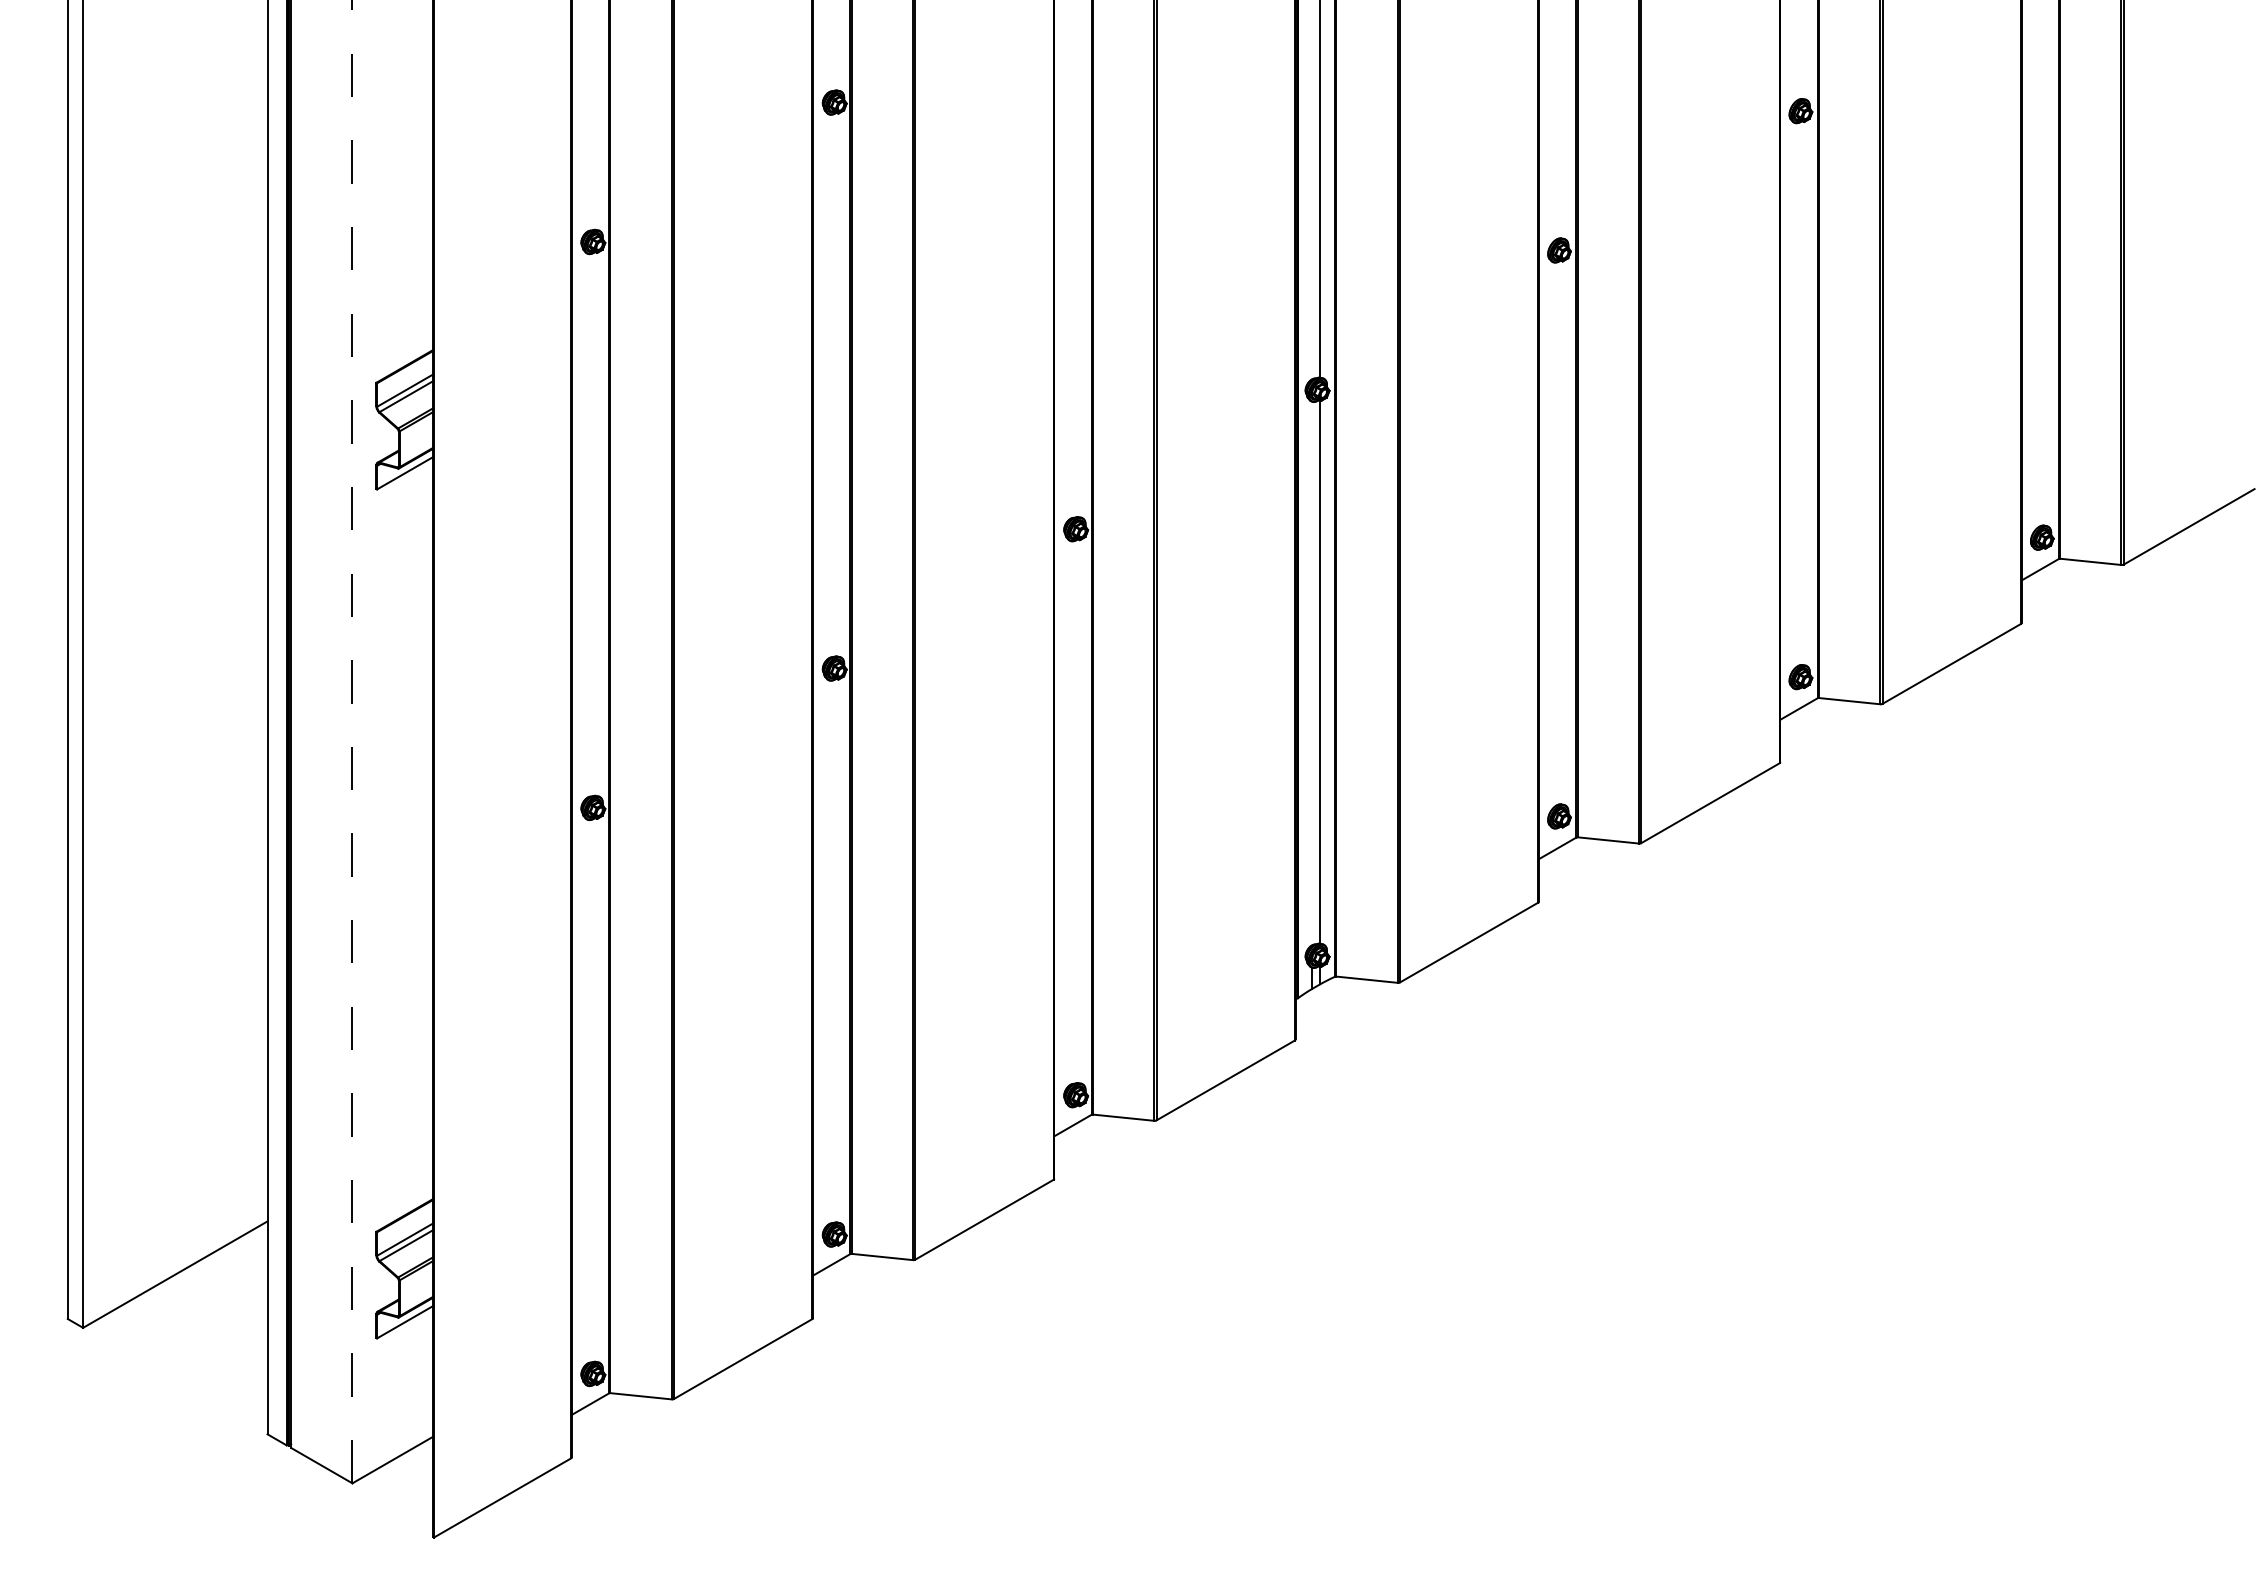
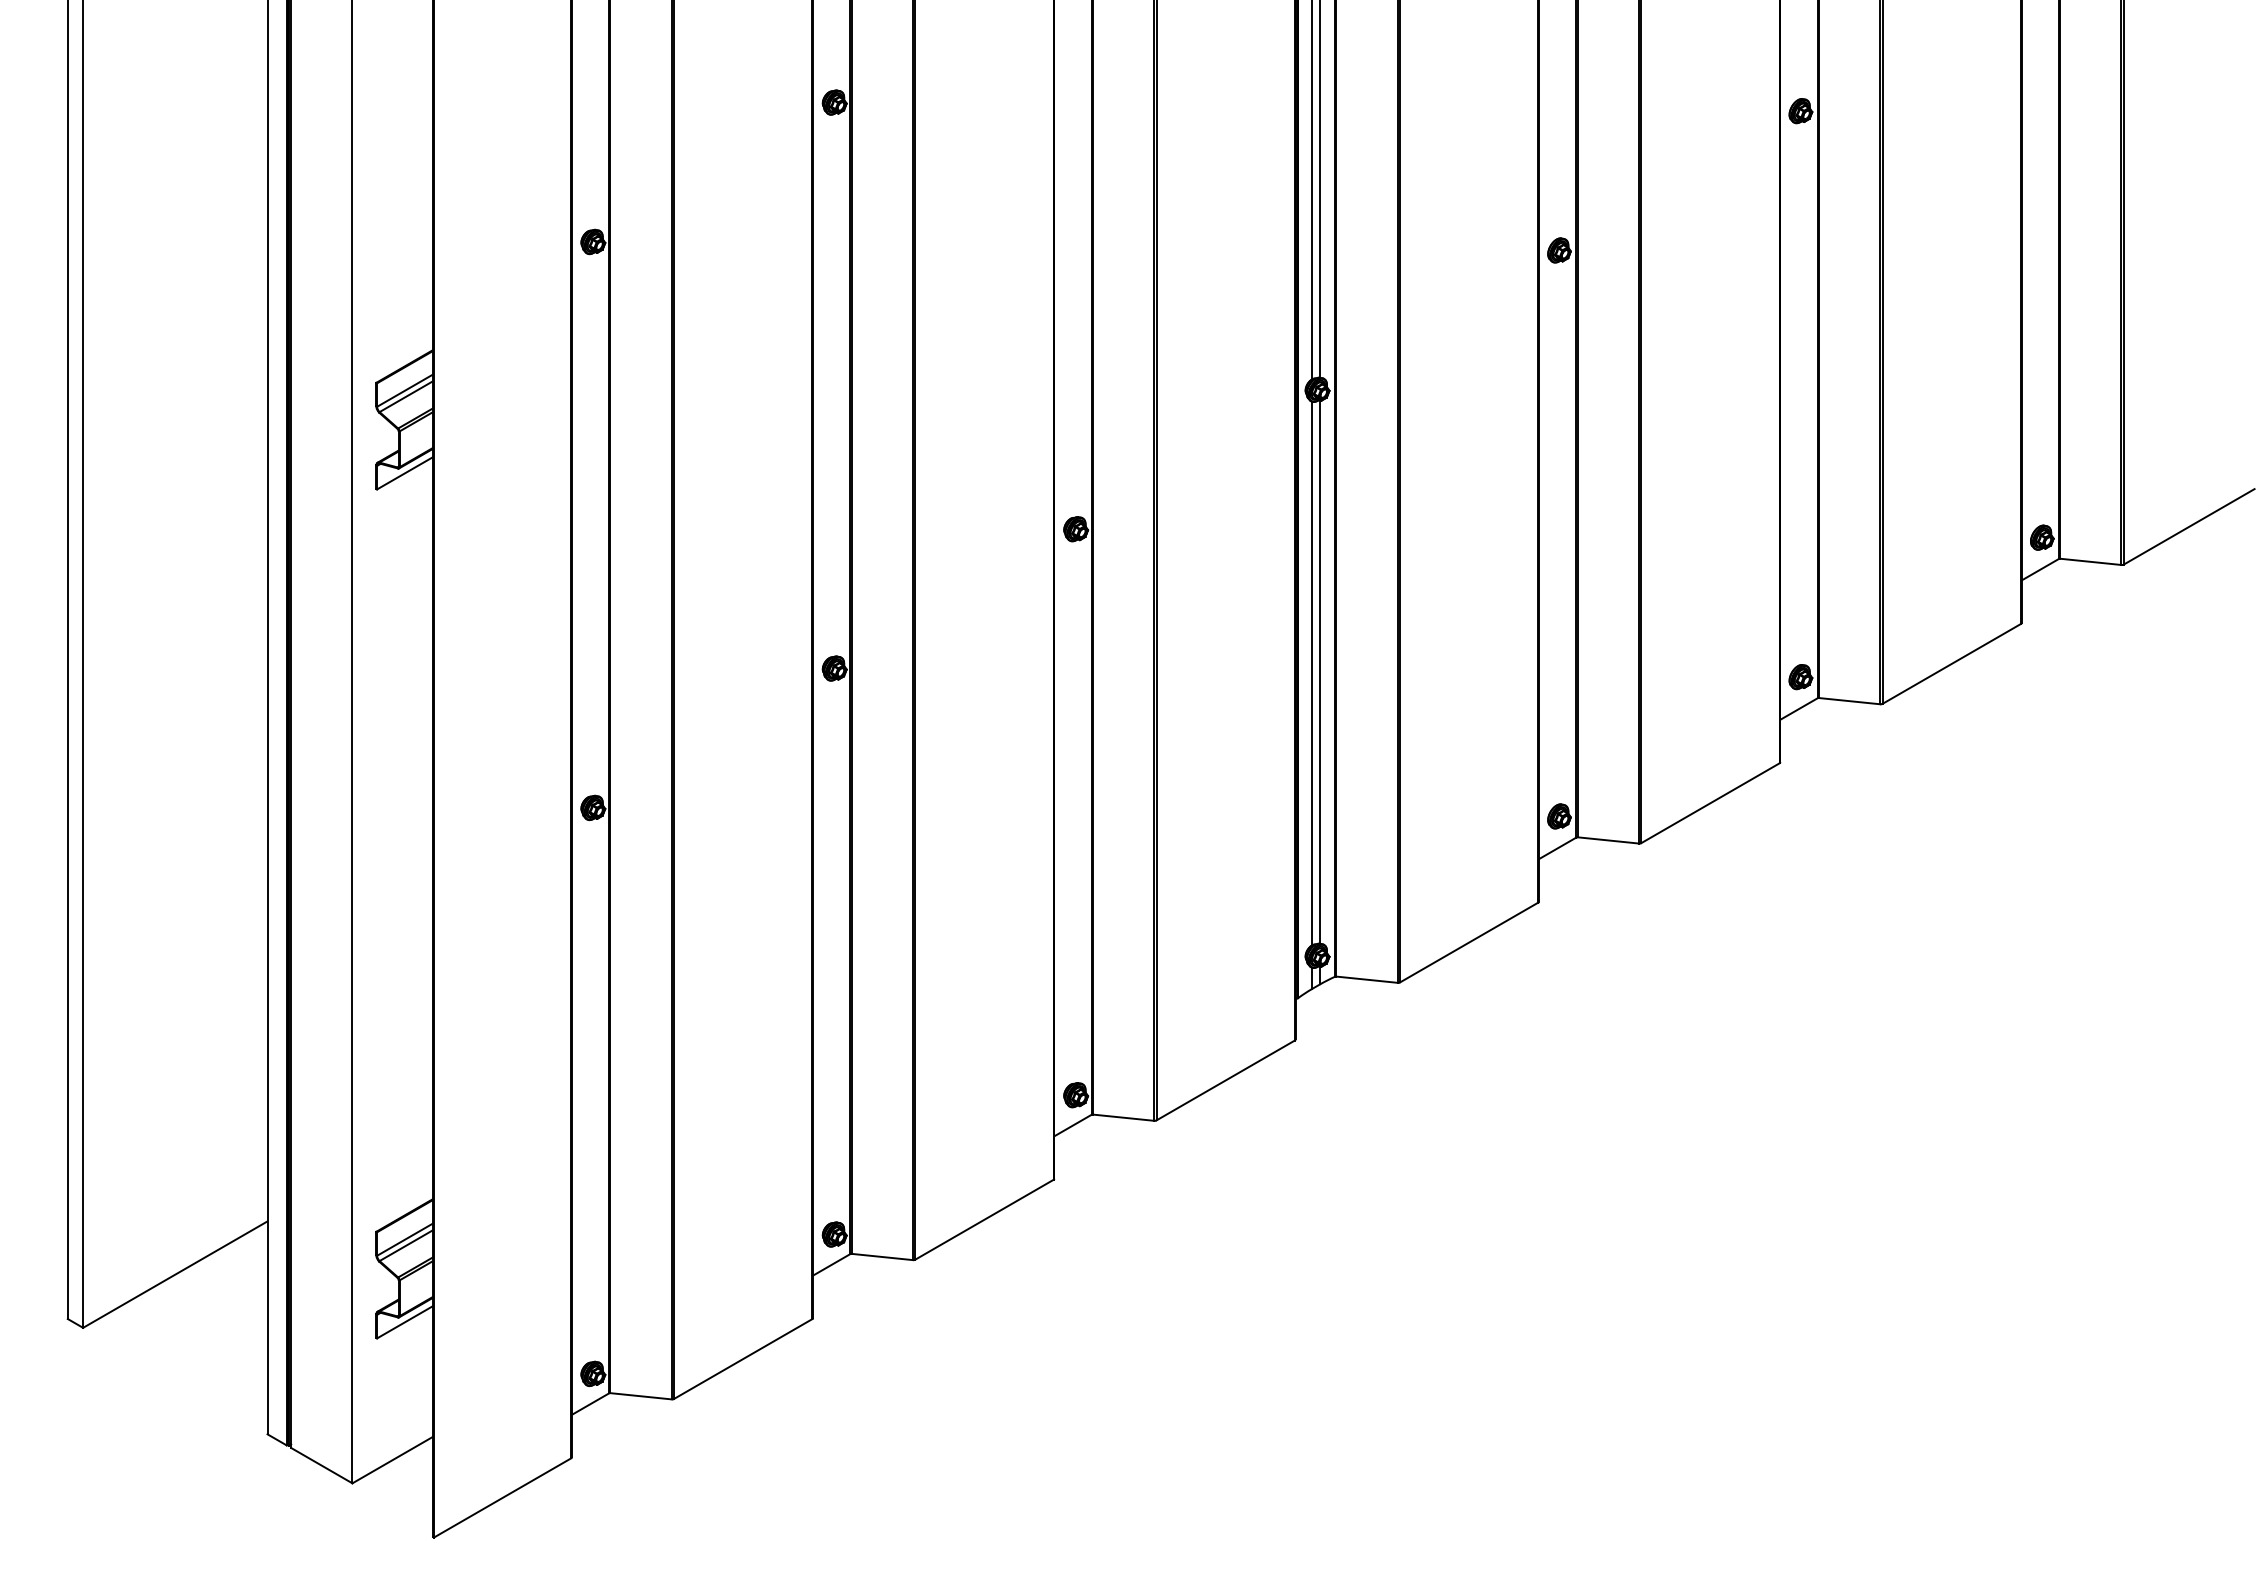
line at (1312, 190): none -> present
line at (1312, 673): none -> present
line at (352, 741): dashed -> solid
